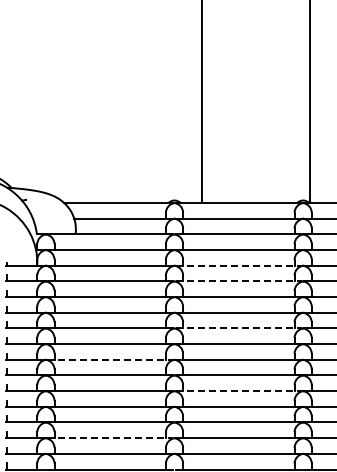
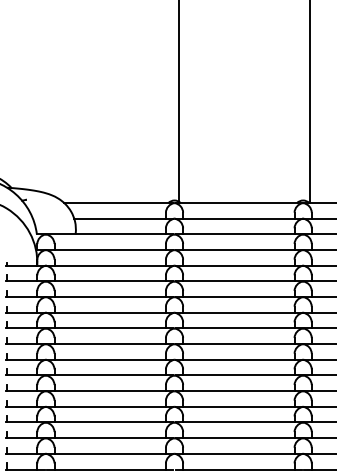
line at (201, 101) position: (201, 101) -> (178, 101)
line at (239, 265): dashed -> solid
line at (239, 281): dashed -> solid
line at (239, 328): dashed -> solid
line at (110, 359): dashed -> solid
line at (239, 391): dashed -> solid
line at (110, 438): dashed -> solid
